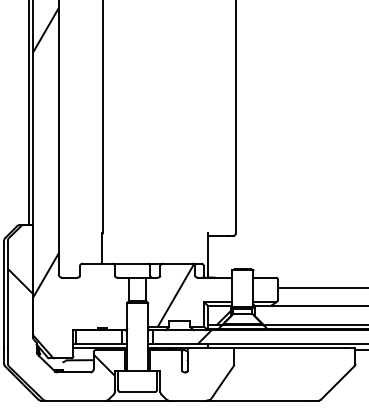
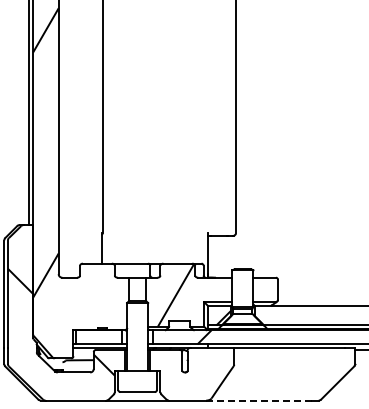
line at (321, 288): present -> none
line at (259, 400): solid -> dashed
